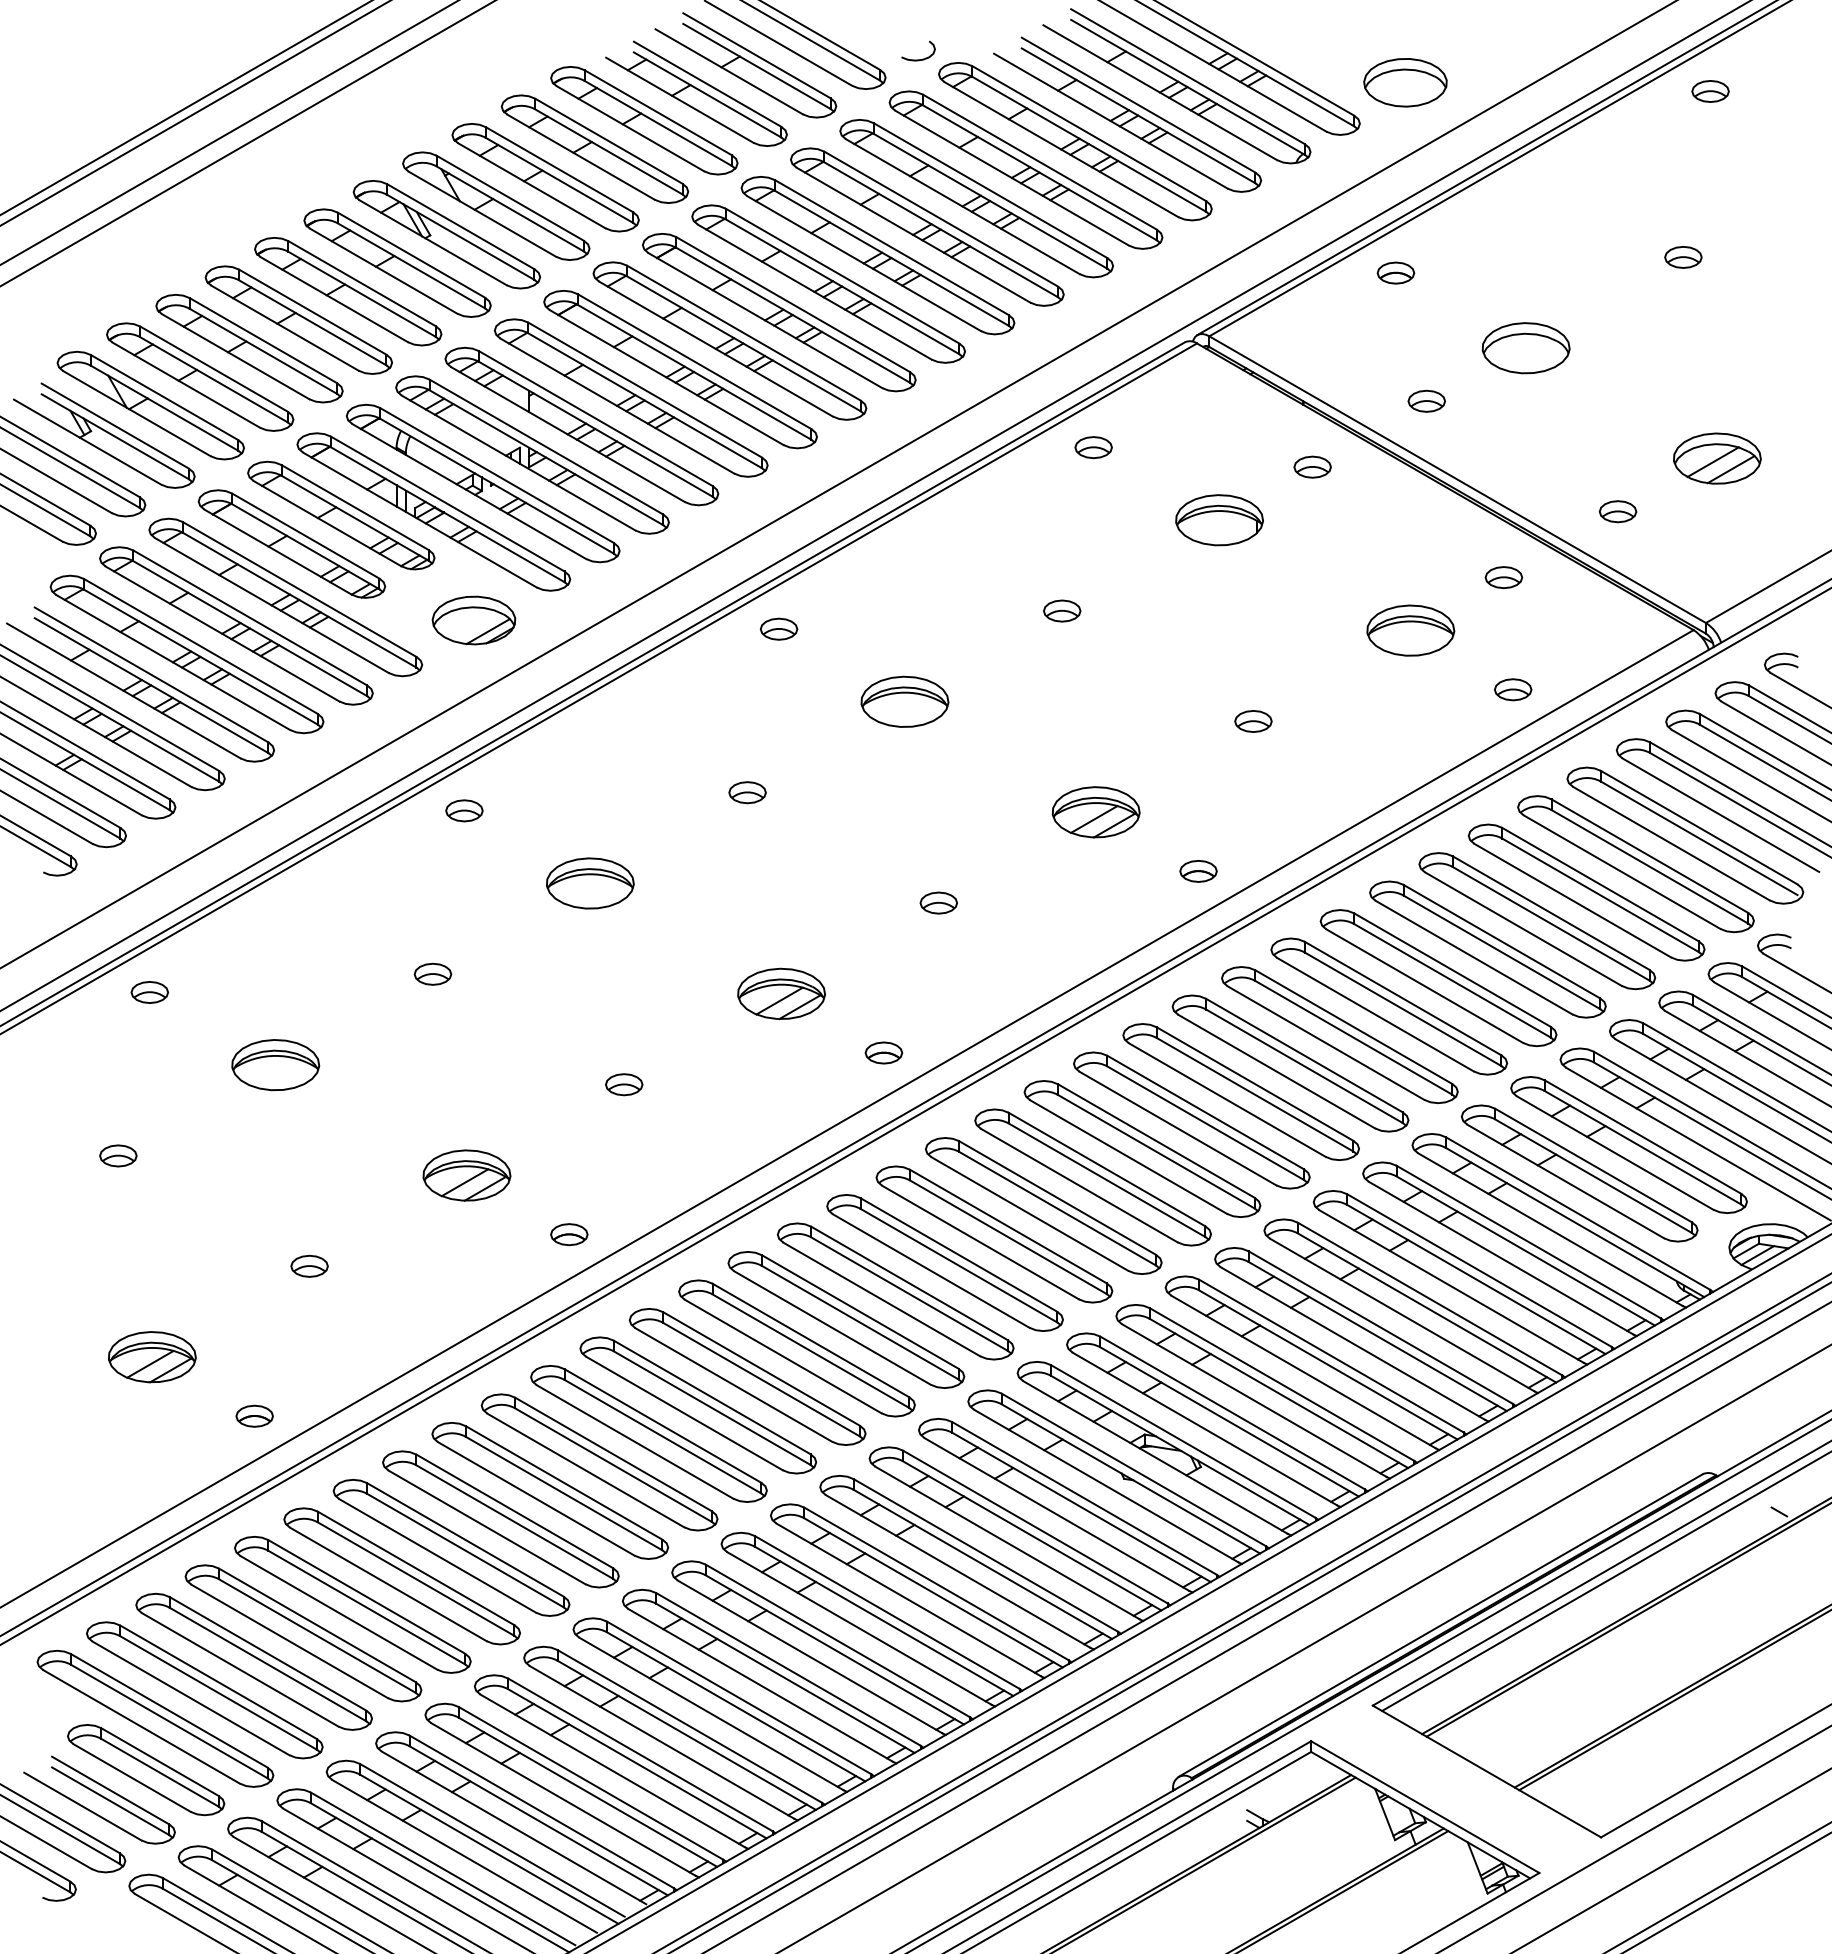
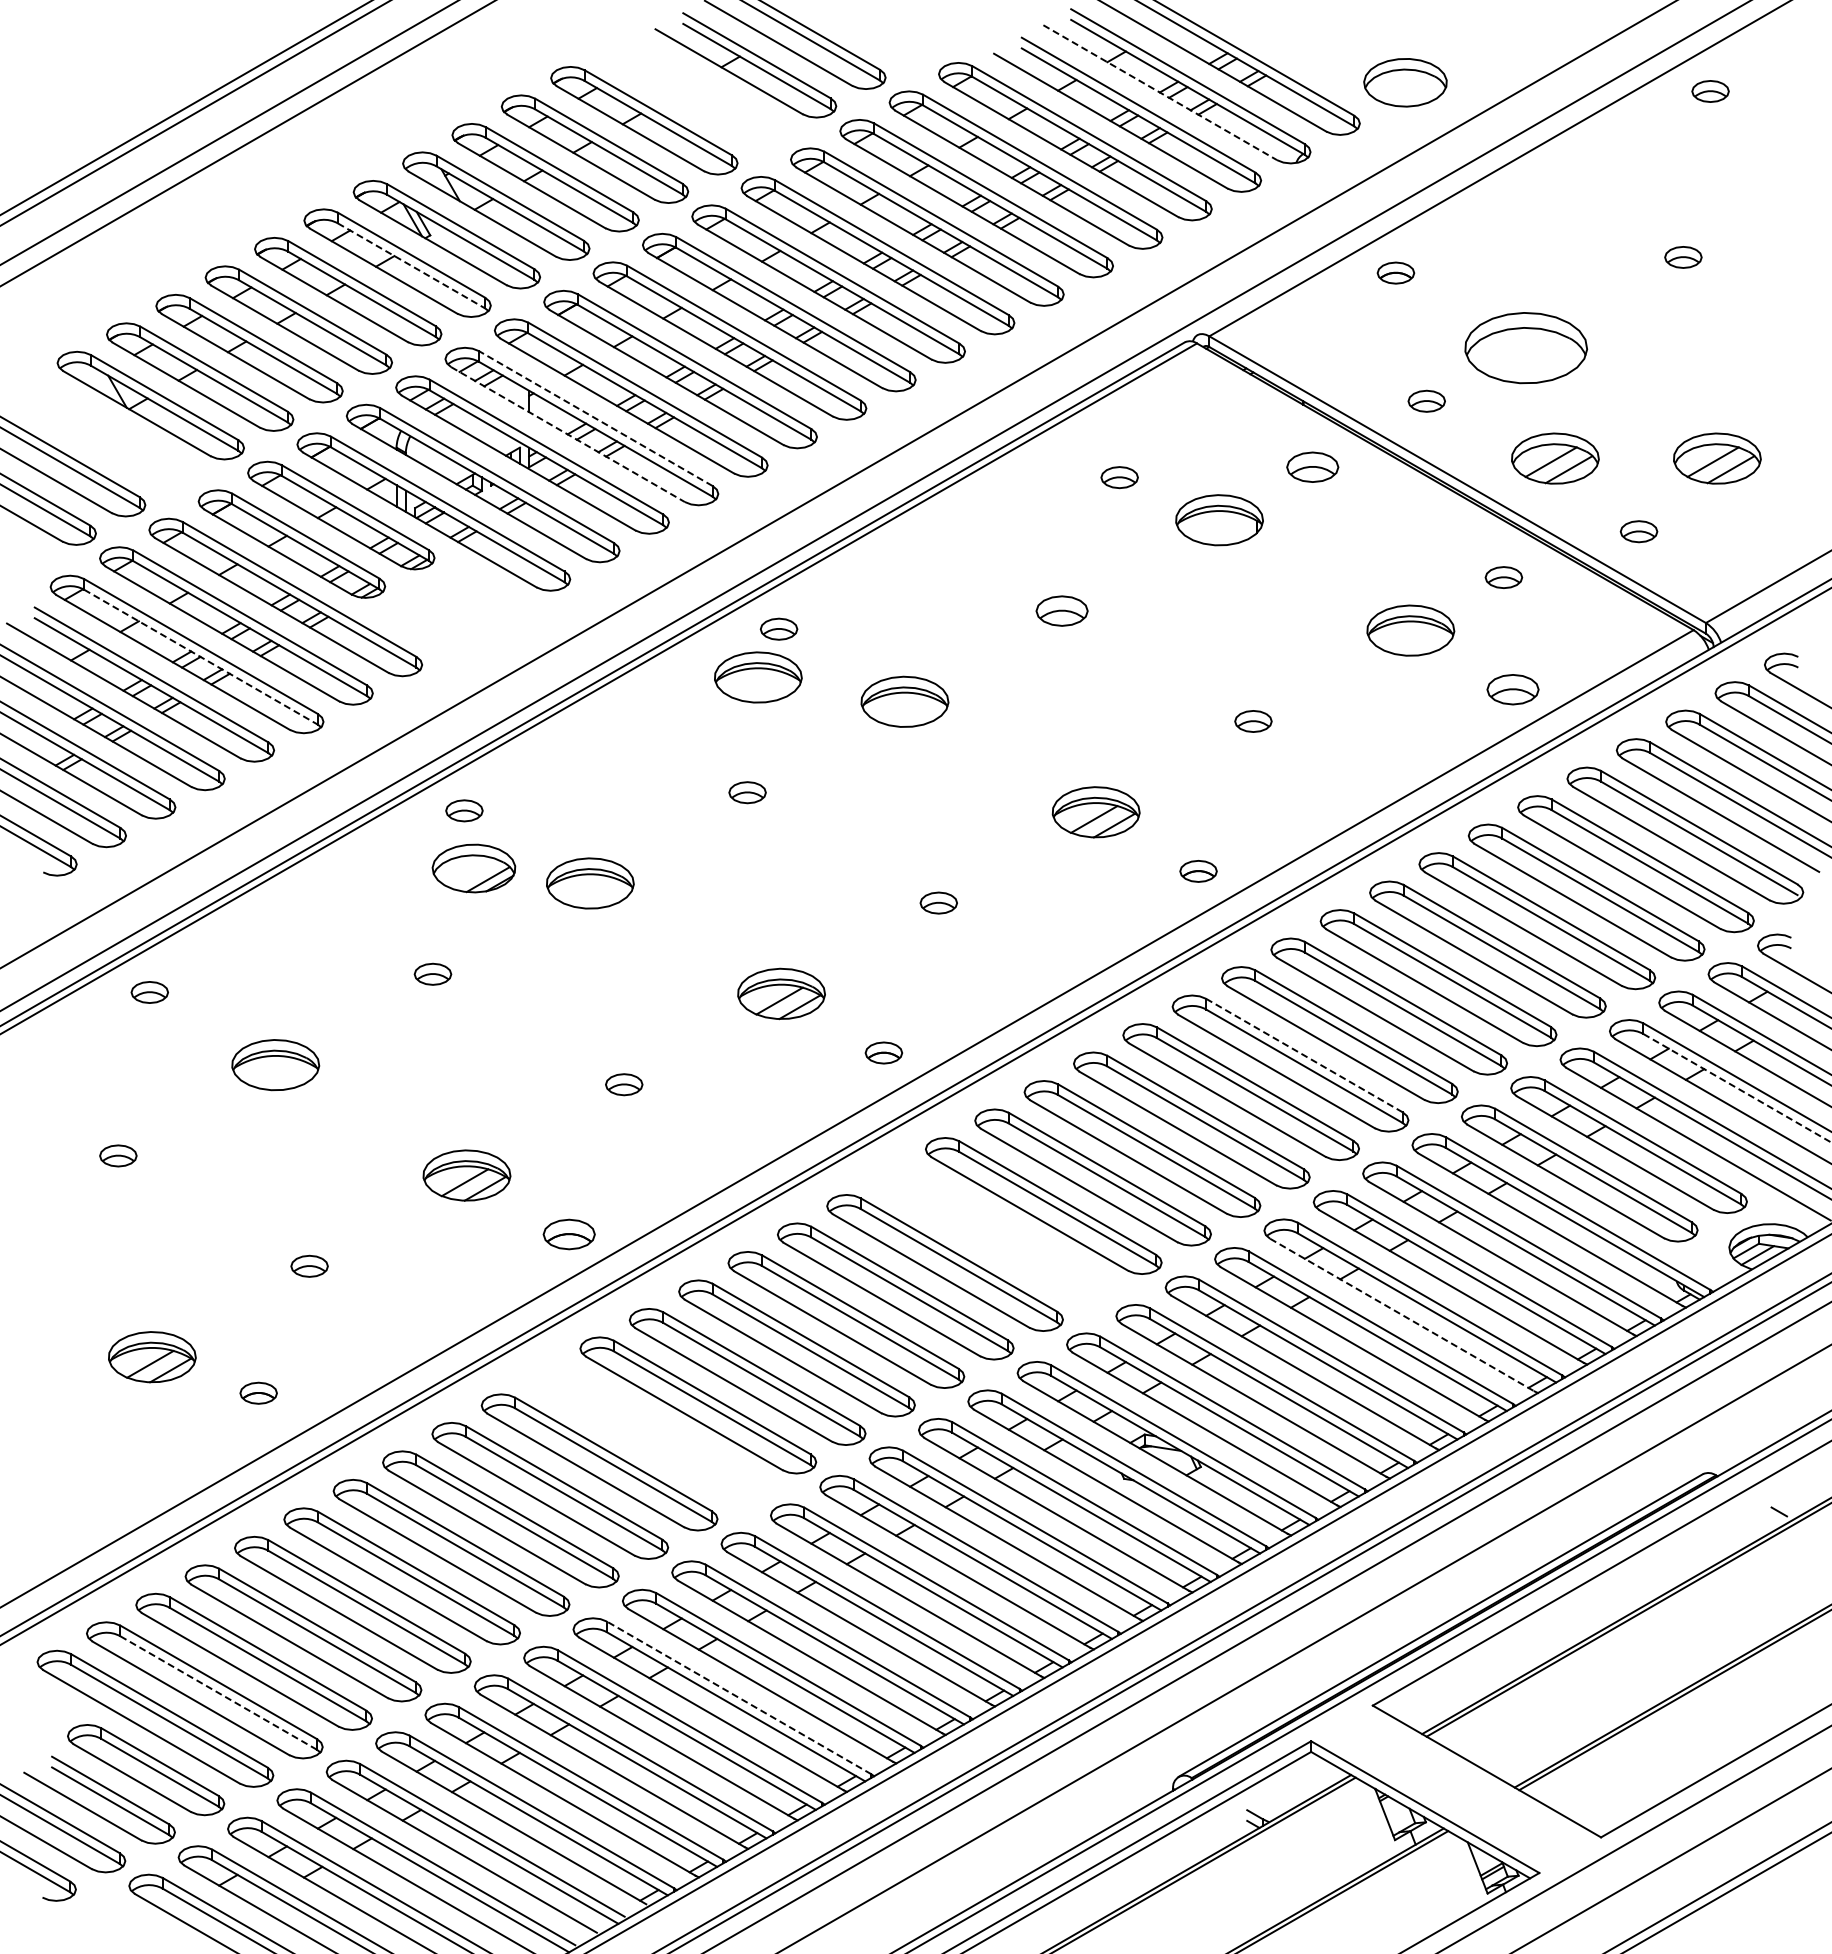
curve at (922, 58): present -> none
line at (1160, 92): solid -> dashed
part at (696, 93): present -> none
line at (1485, 168): present -> none
line at (411, 266): solid -> dashed
part at (1525, 348) size: 90x53 px -> 125x73 px
line at (595, 418): solid -> dashed
line at (568, 434): solid -> dashed
part at (104, 435): present -> none
part at (1093, 447) position: (1093, 447) -> (1119, 477)
part at (1555, 458): none -> present
part at (1312, 466) size: 39x24 px -> 54x32 px
part at (1617, 511) position: (1617, 511) -> (1638, 531)
part at (1062, 610) size: 39x24 px -> 54x32 px
part at (473, 620) position: (473, 620) -> (473, 868)
line at (200, 657): solid -> dashed
part at (758, 677): none -> present
part at (1513, 689) size: 39x24 px -> 54x32 px
line at (1304, 1055): solid -> dashed
line at (1737, 1088): solid -> dashed
part at (569, 1234) size: 39x24 px -> 54x33 px
part at (994, 1234): present -> none
line at (1402, 1315): solid -> dashed
part at (254, 1415) position: (254, 1415) -> (258, 1392)
part at (648, 1433): present -> none
line at (1605, 1581): present -> none
line at (218, 1693): solid -> dashed
line at (739, 1697): solid -> dashed
